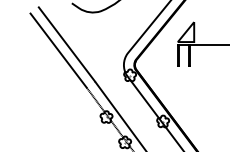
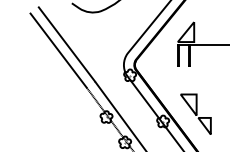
part at (195, 113): none -> present
